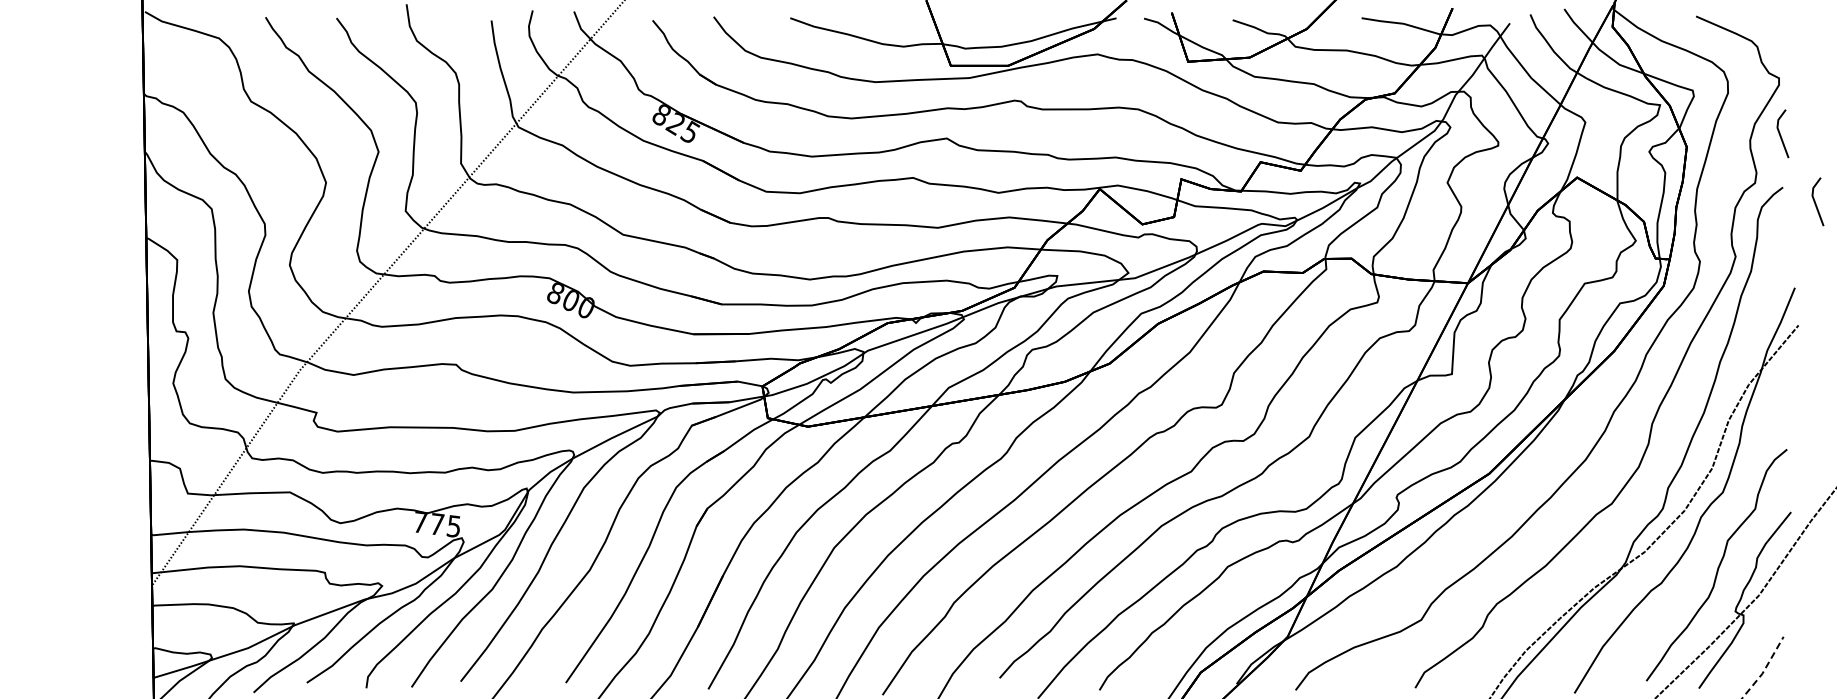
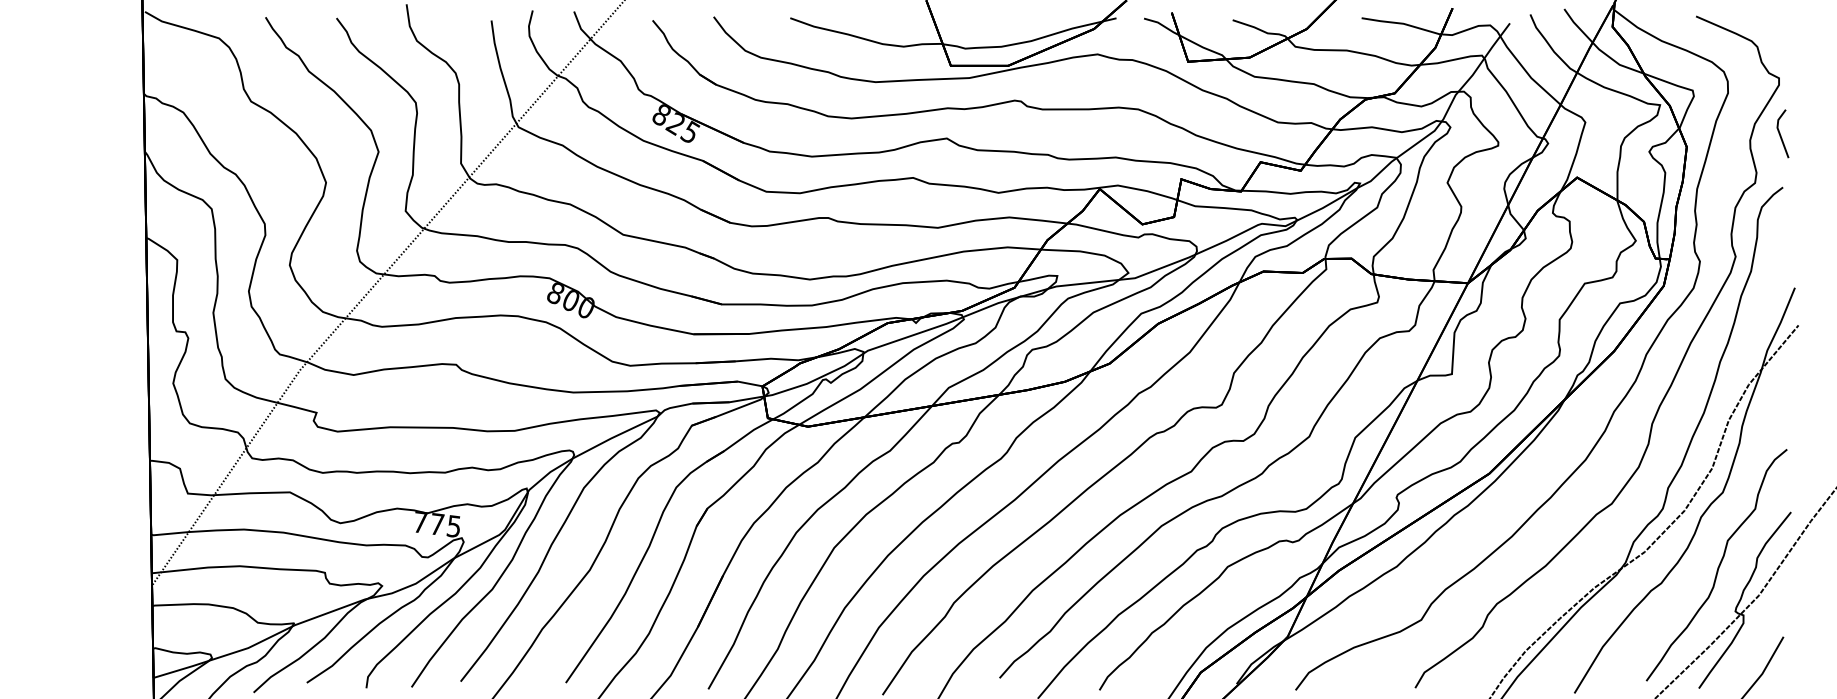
line at (1815, 201): present -> none
line at (1764, 669): dashed -> solid
